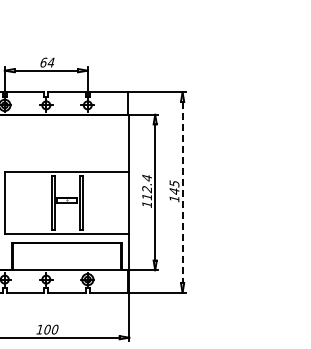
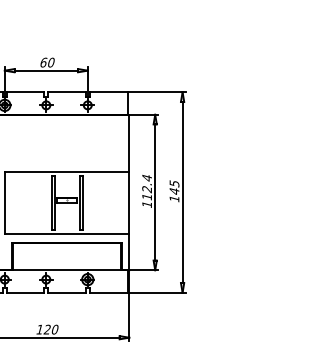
text at (50, 62): 64 -> 60
line at (182, 192): dashed -> solid
text at (46, 329): 100 -> 120
